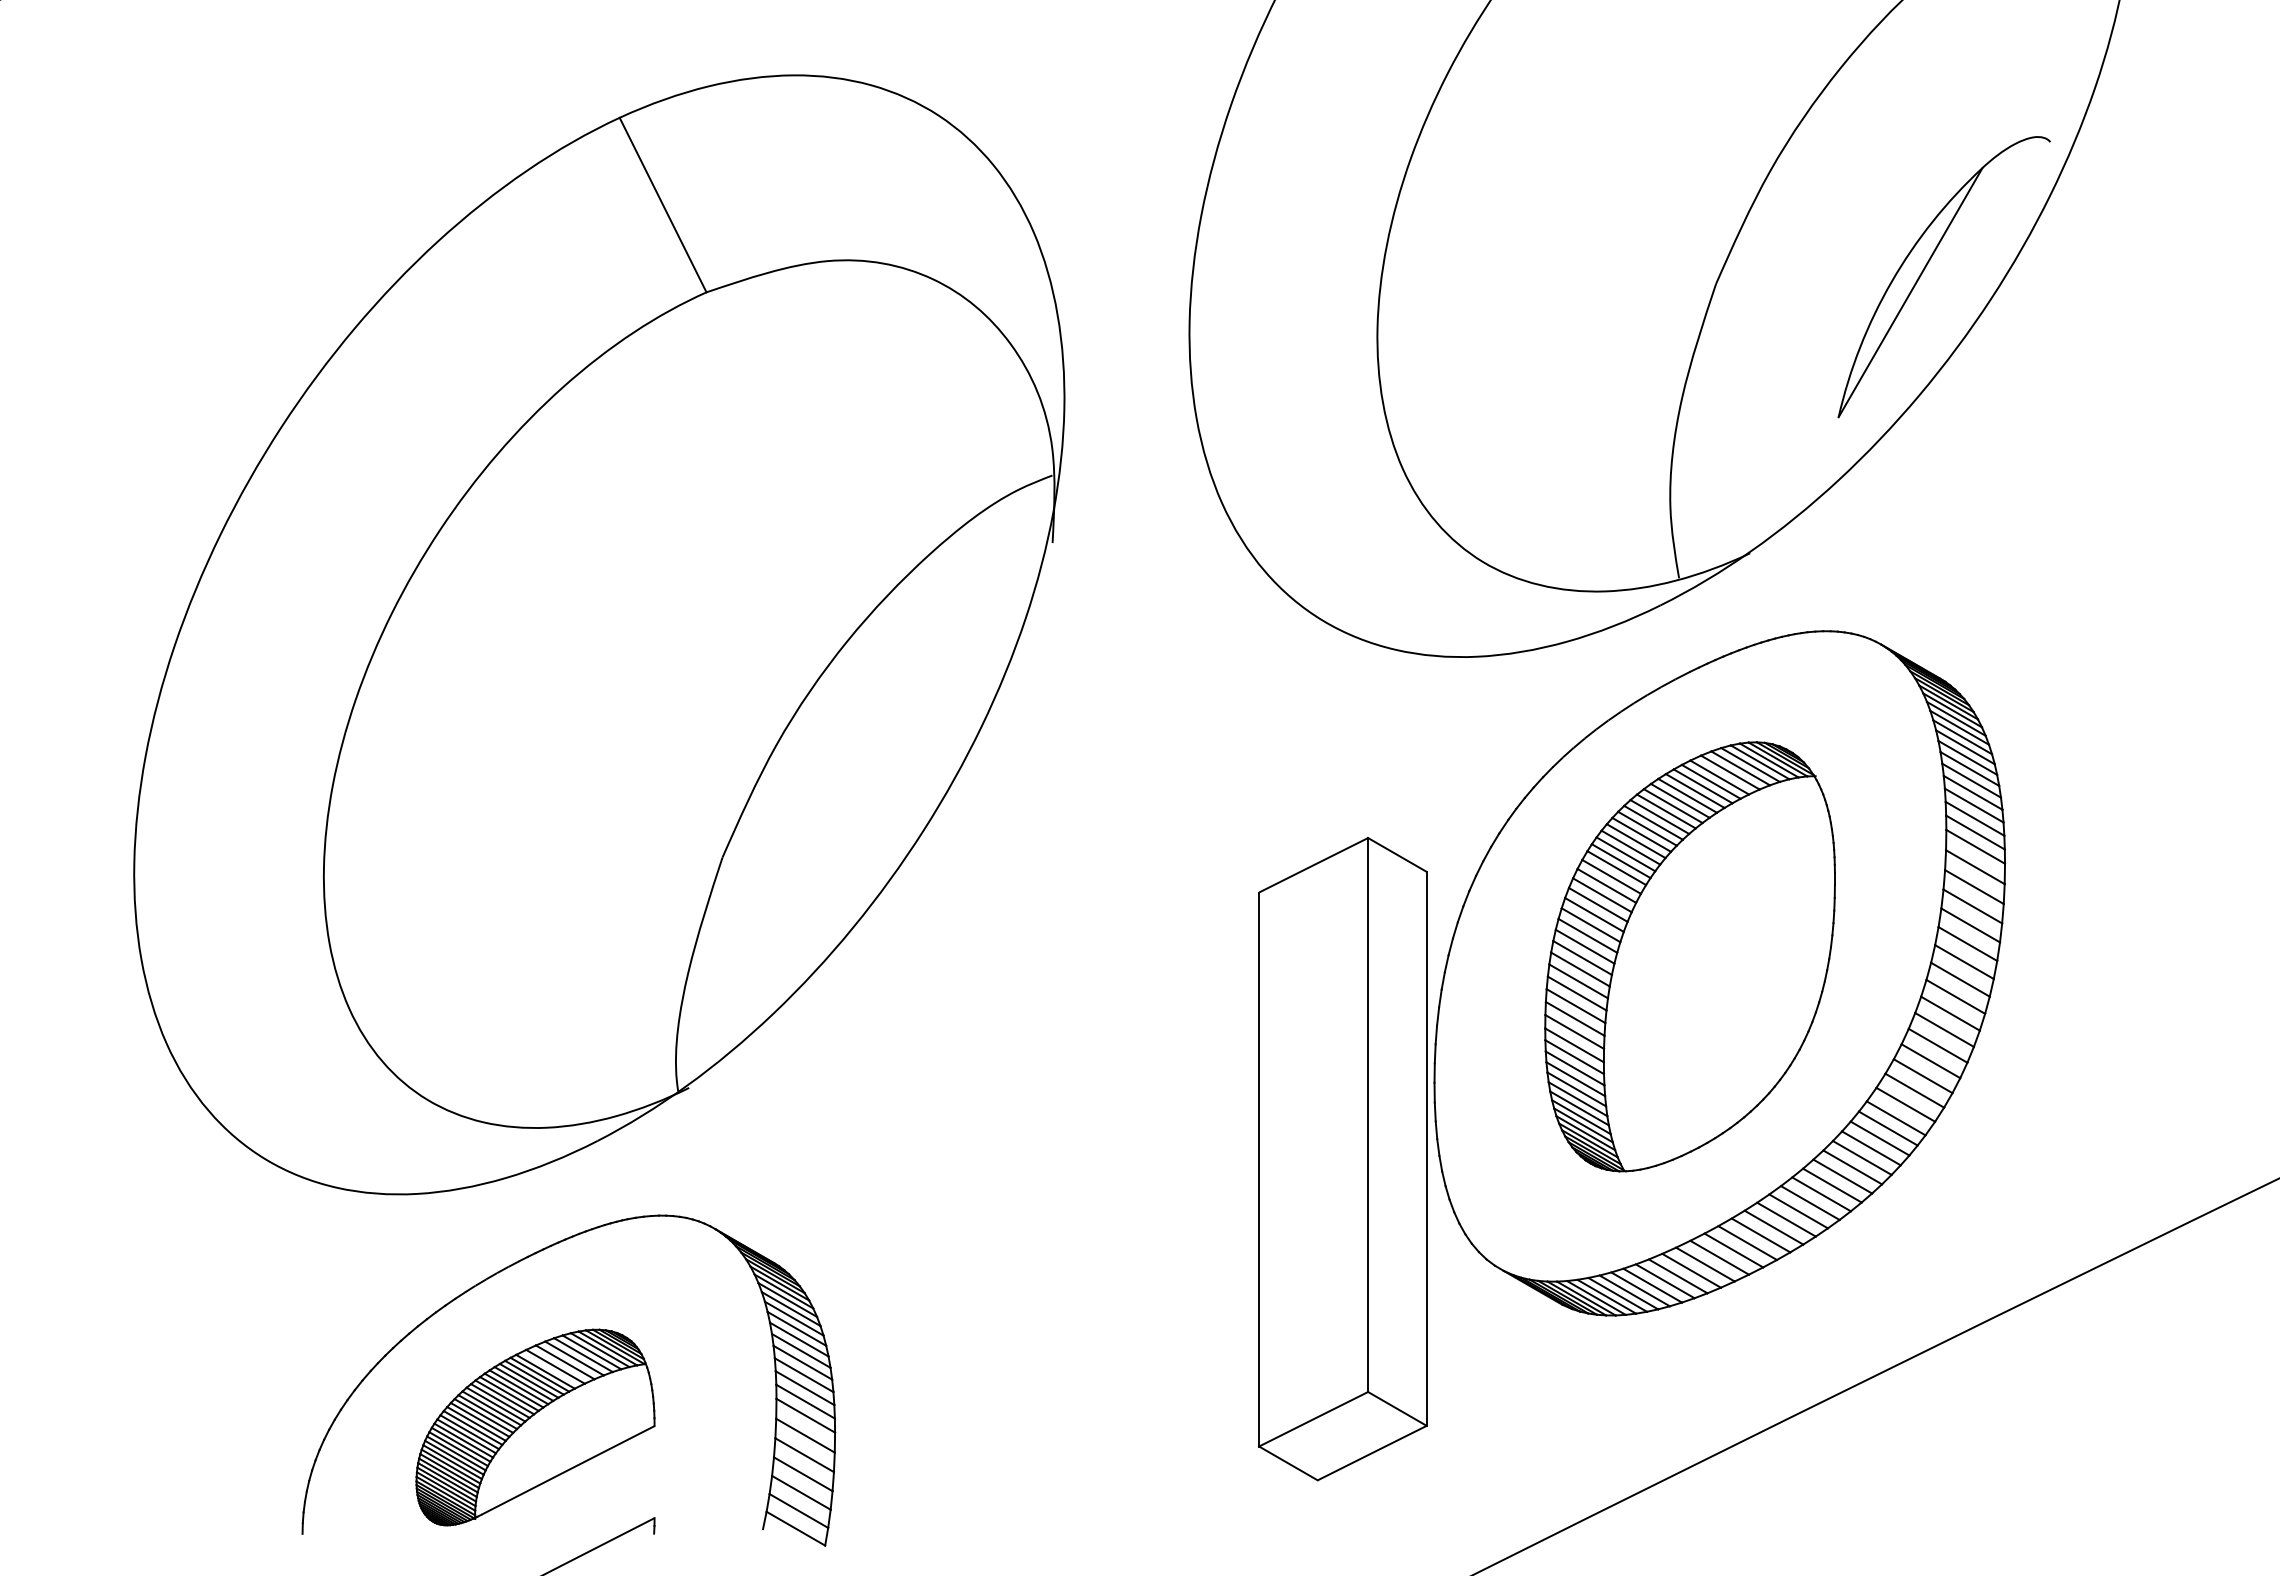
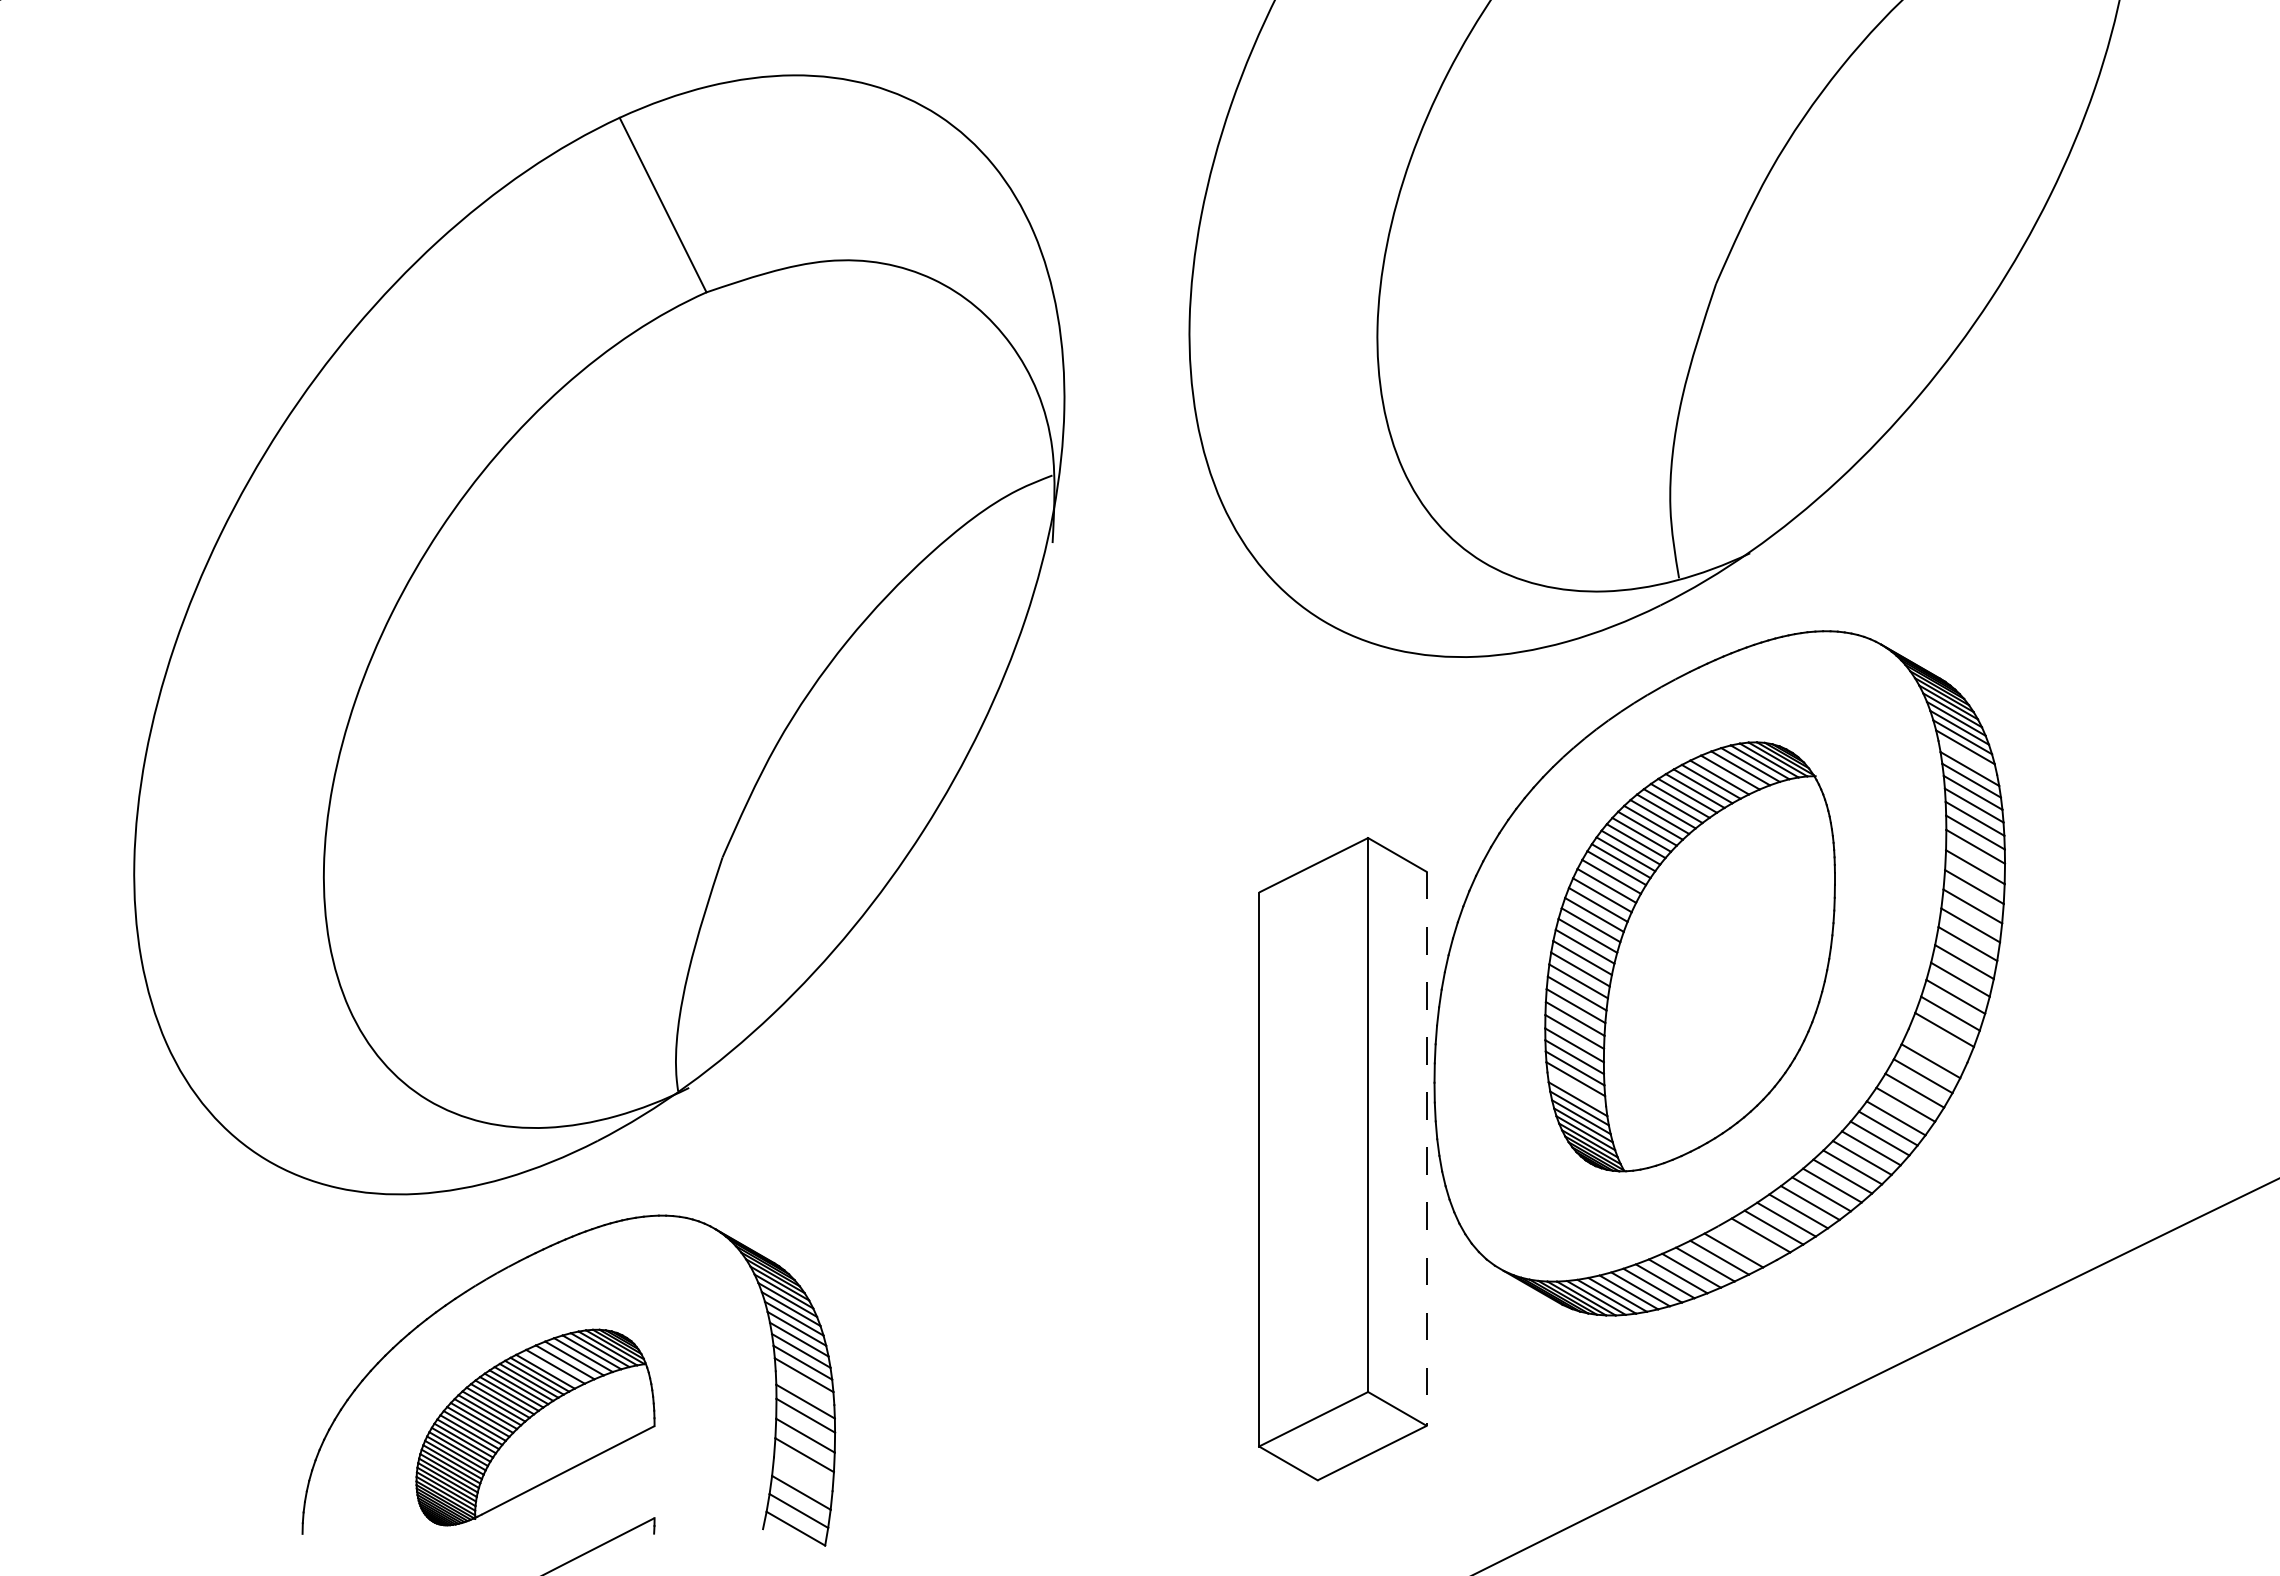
part at (1926, 267): present -> none
line at (1967, 757): present -> none
line at (1937, 1045): present -> none
line at (1576, 1089): present -> none
line at (1426, 1148): solid -> dashed
line at (1747, 1242): present -> none
line at (804, 1388): present -> none
line at (803, 1474): present -> none
